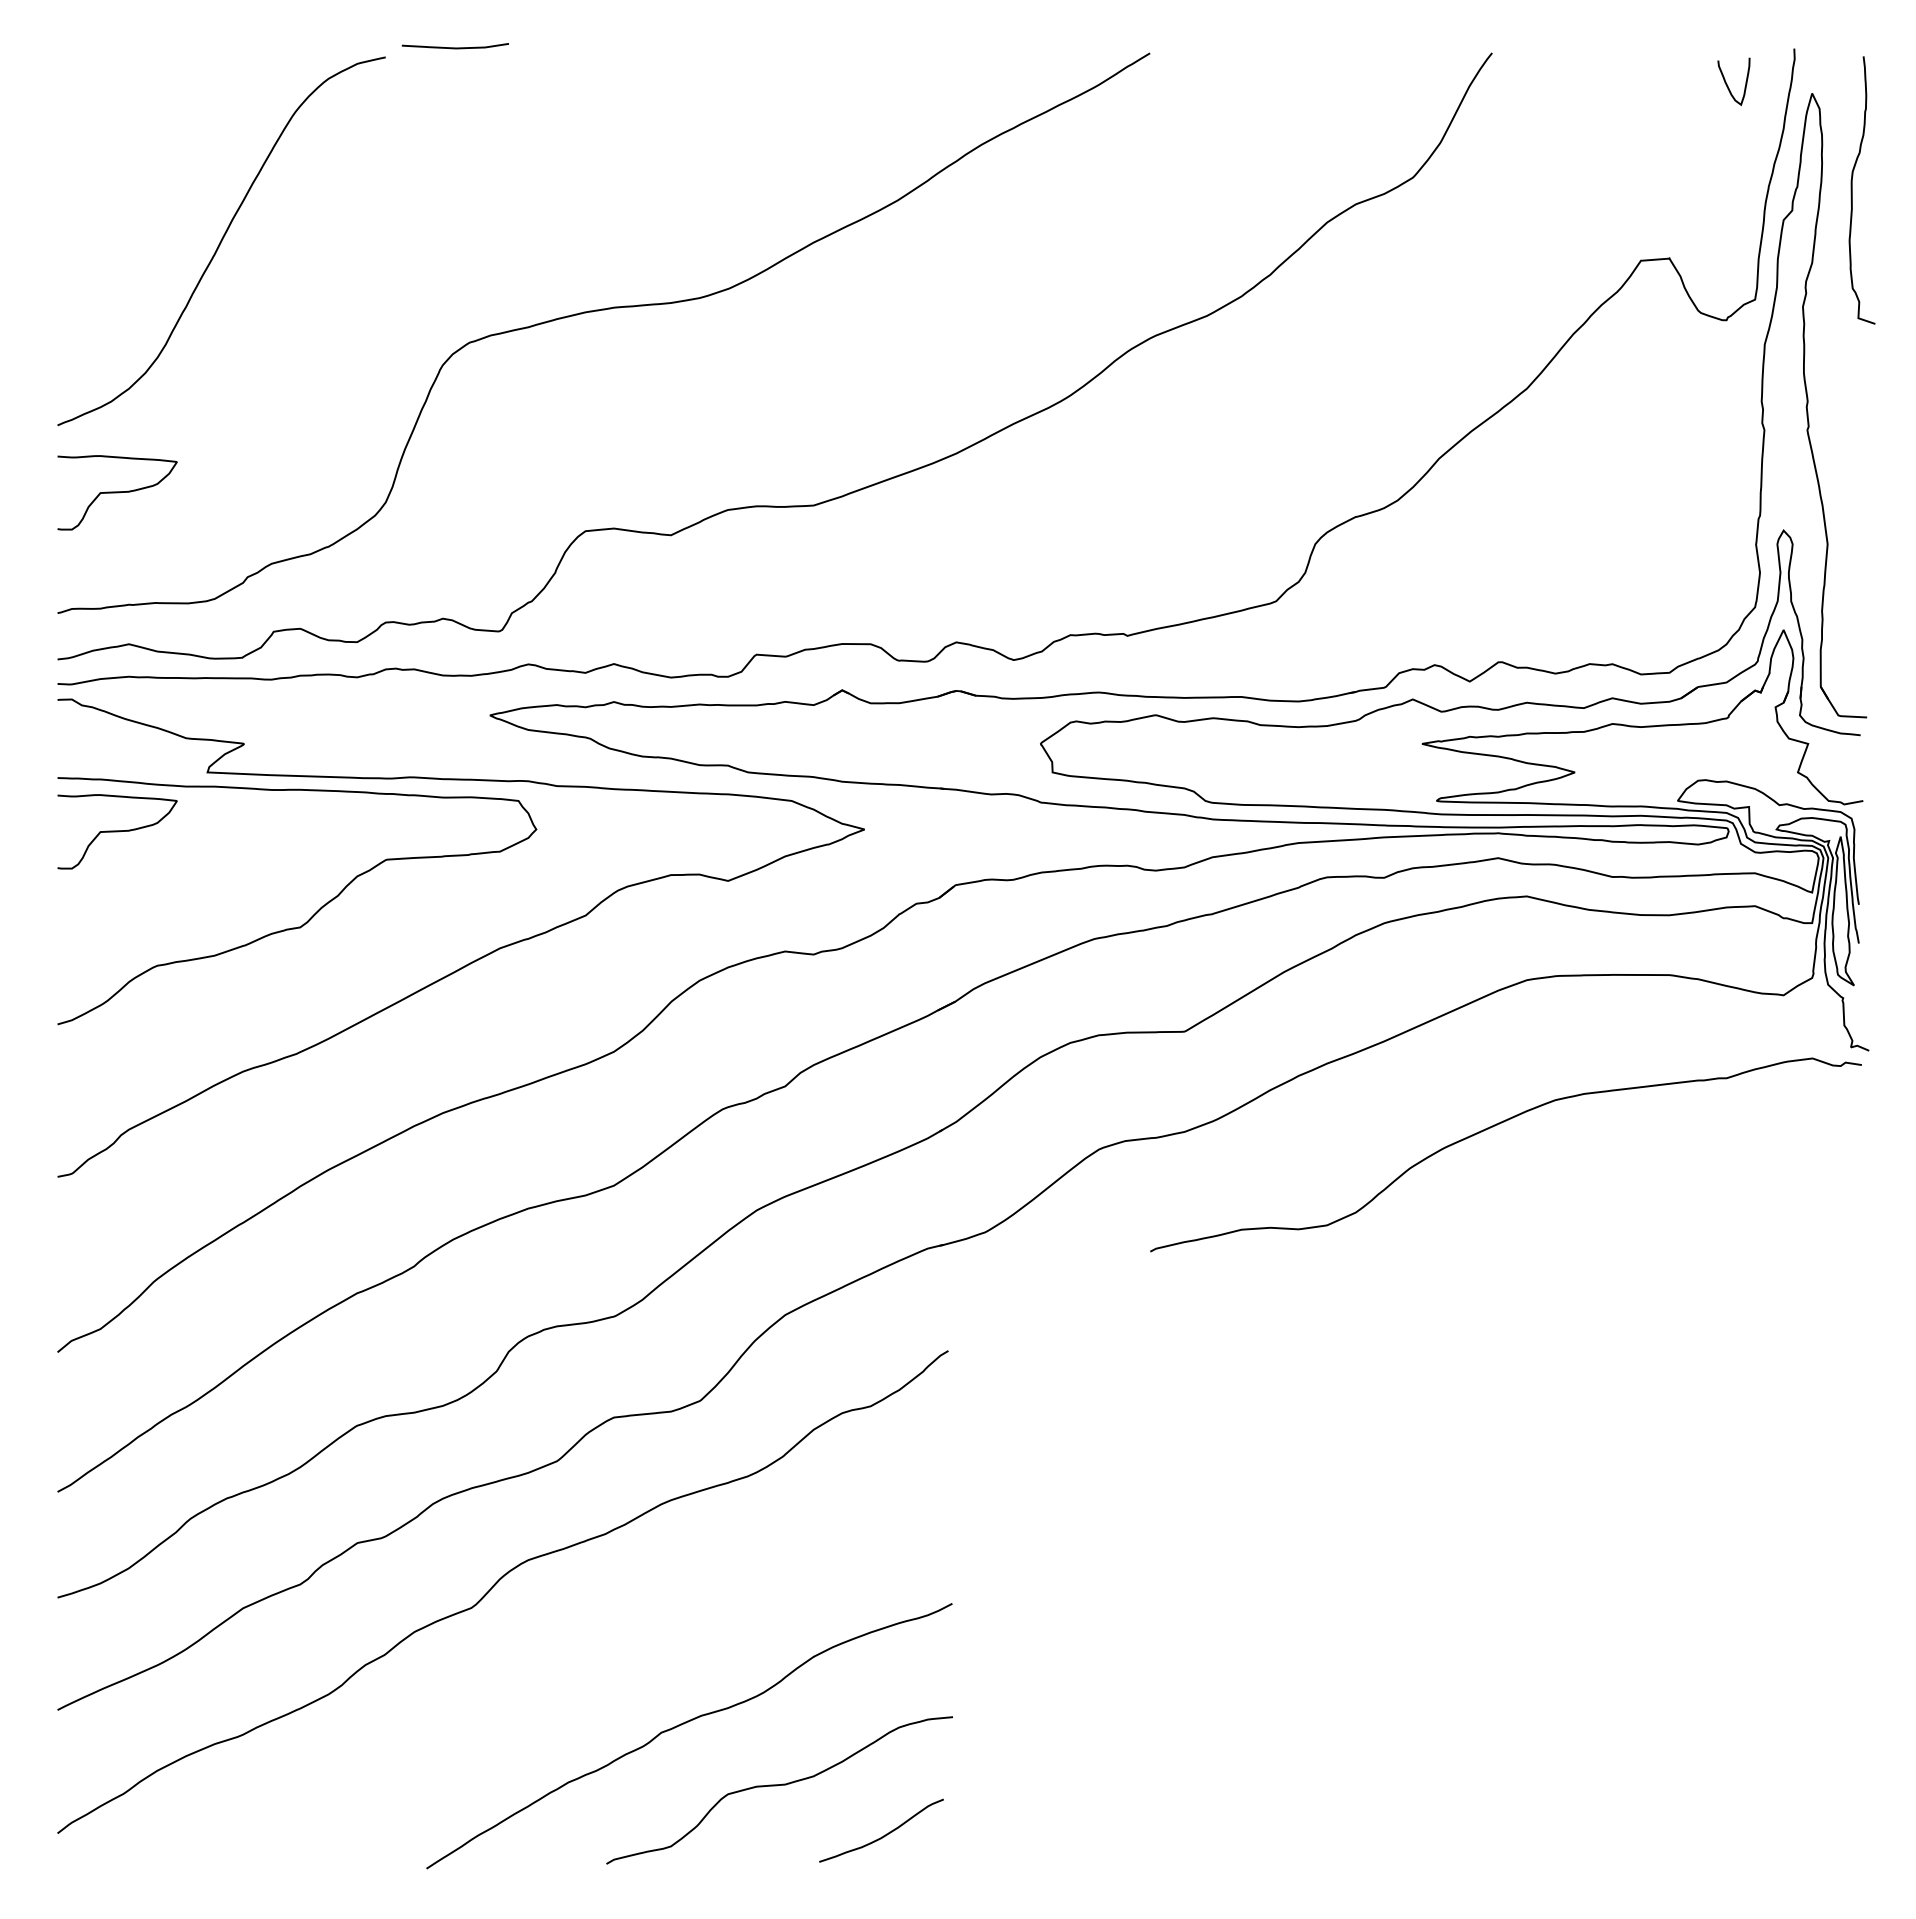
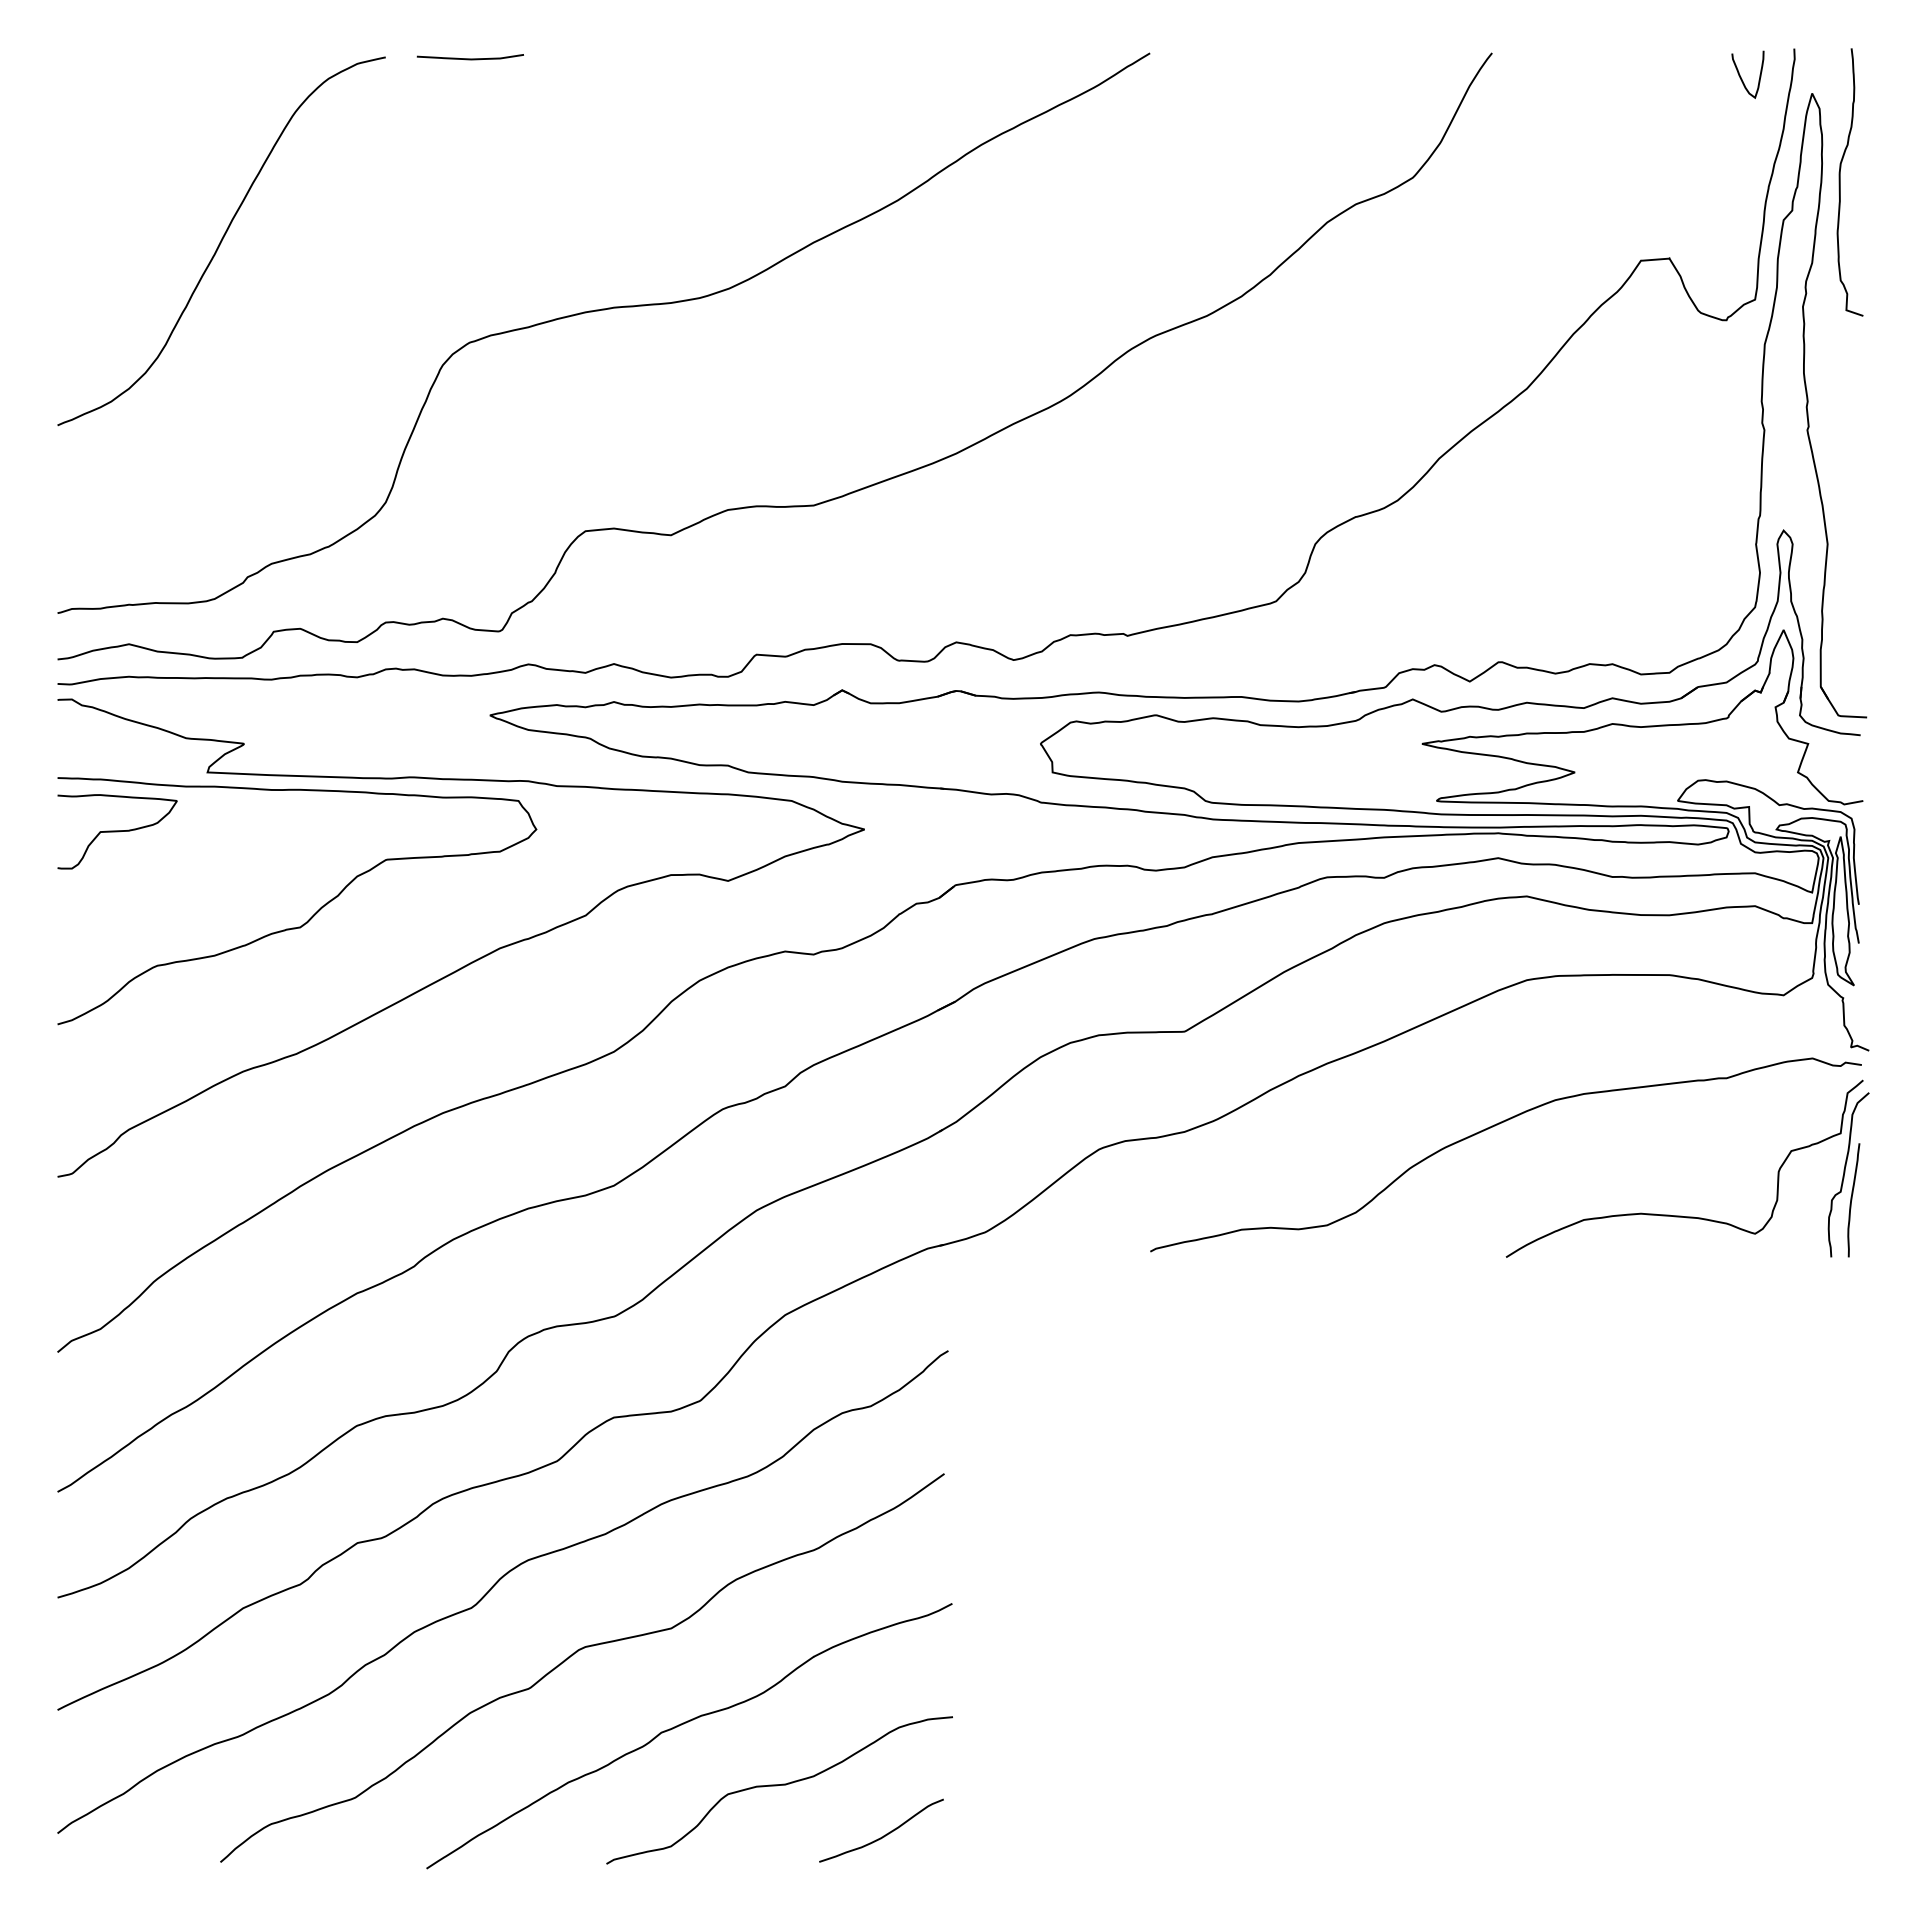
curve at (454, 47) position: (454, 47) -> (469, 58)
curve at (1727, 84) position: (1727, 84) -> (1741, 77)
curve at (1852, 190) position: (1852, 190) -> (1840, 182)
curve at (117, 492): present -> none
part at (1681, 1215): none -> present
curve at (573, 1655): none -> present
